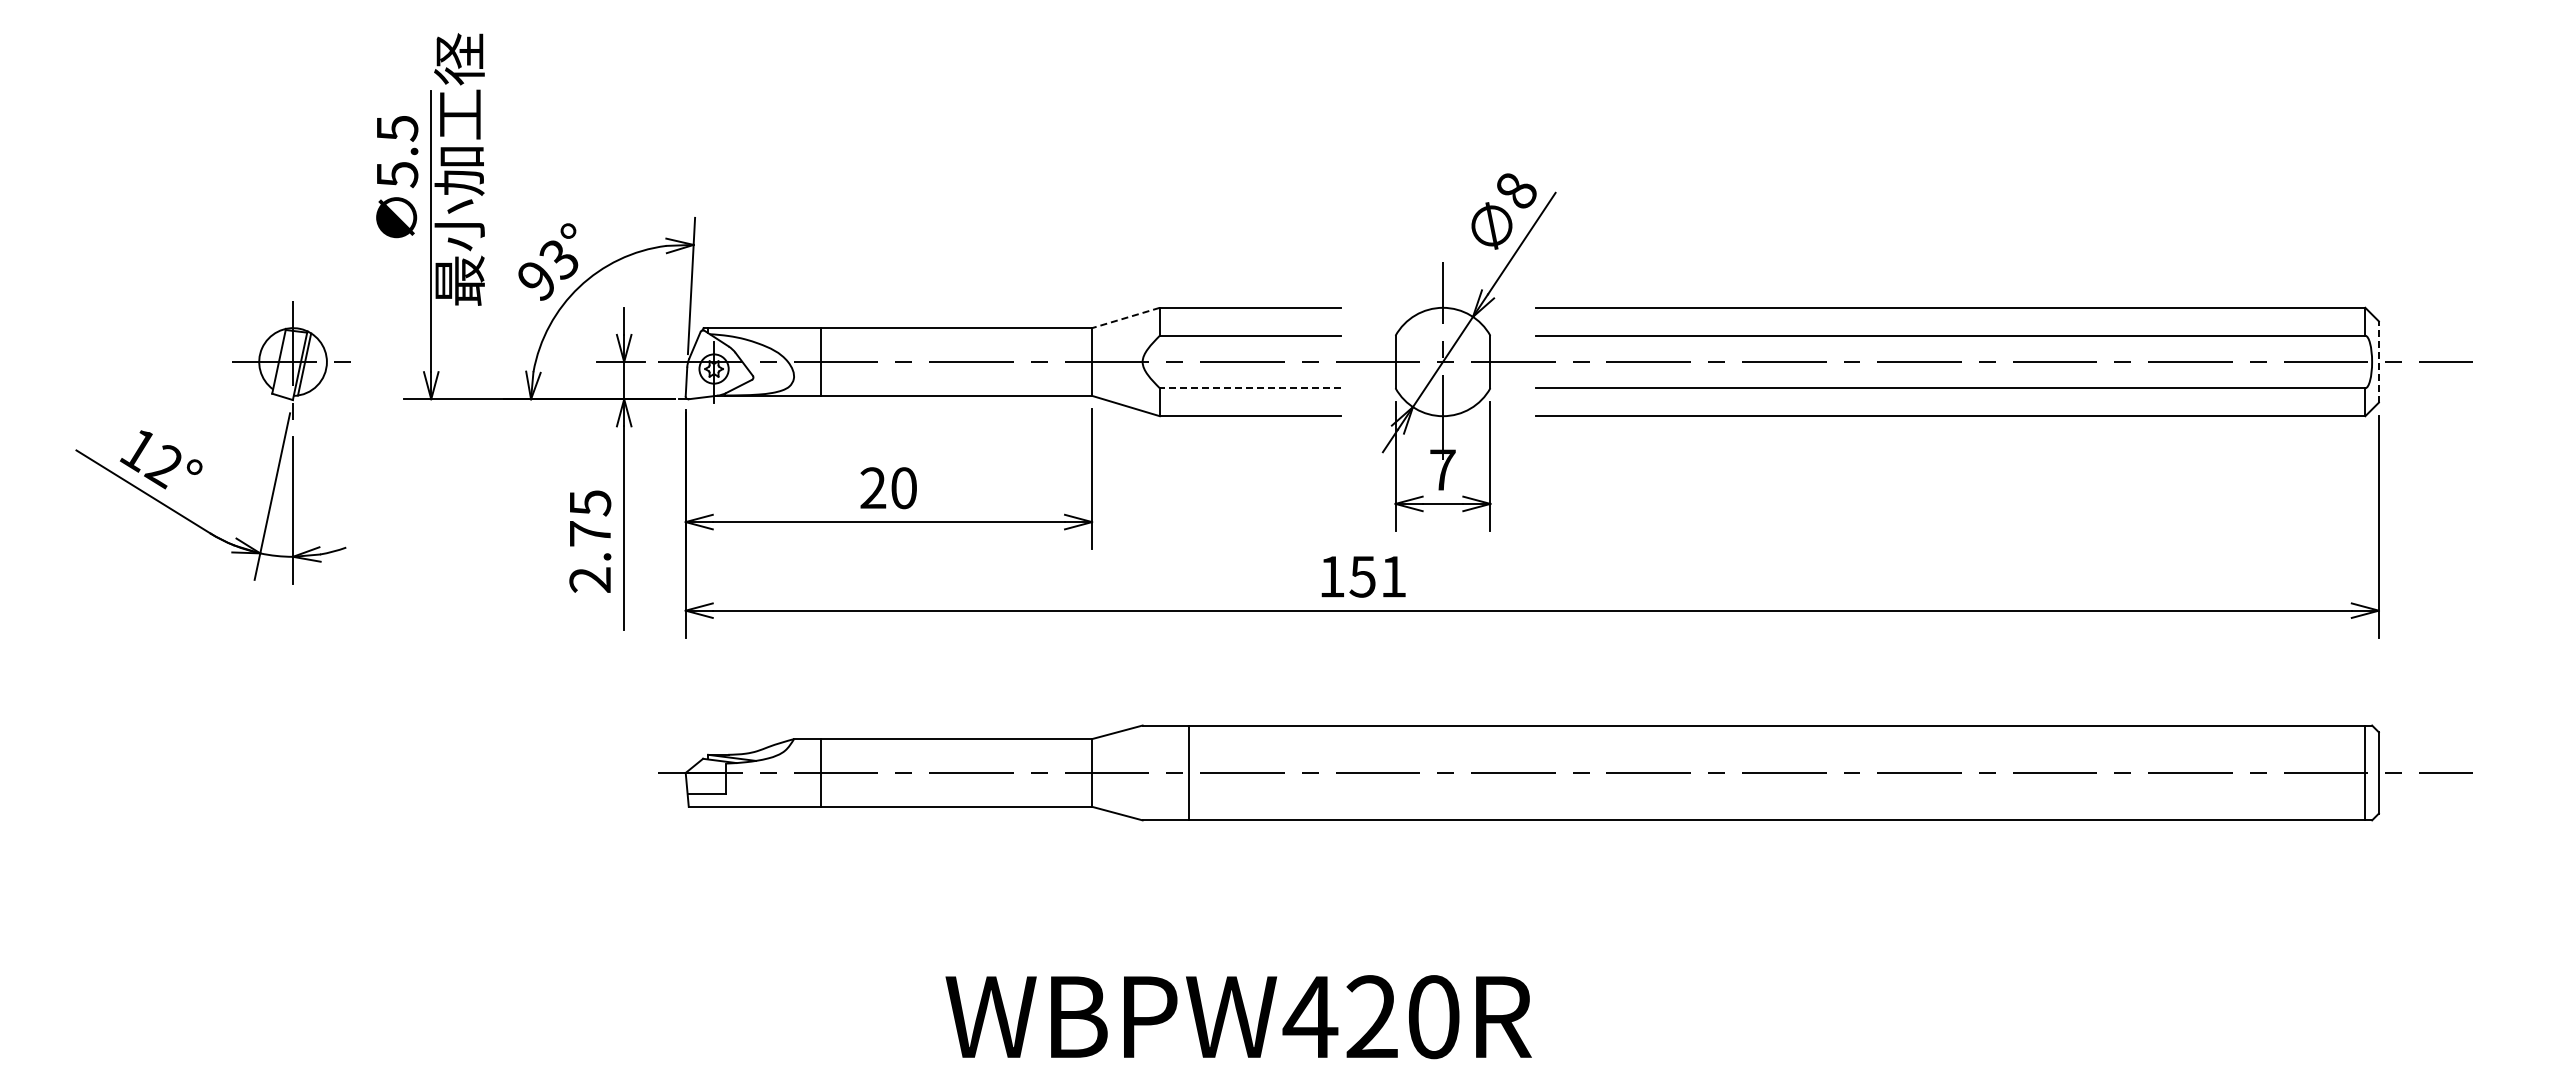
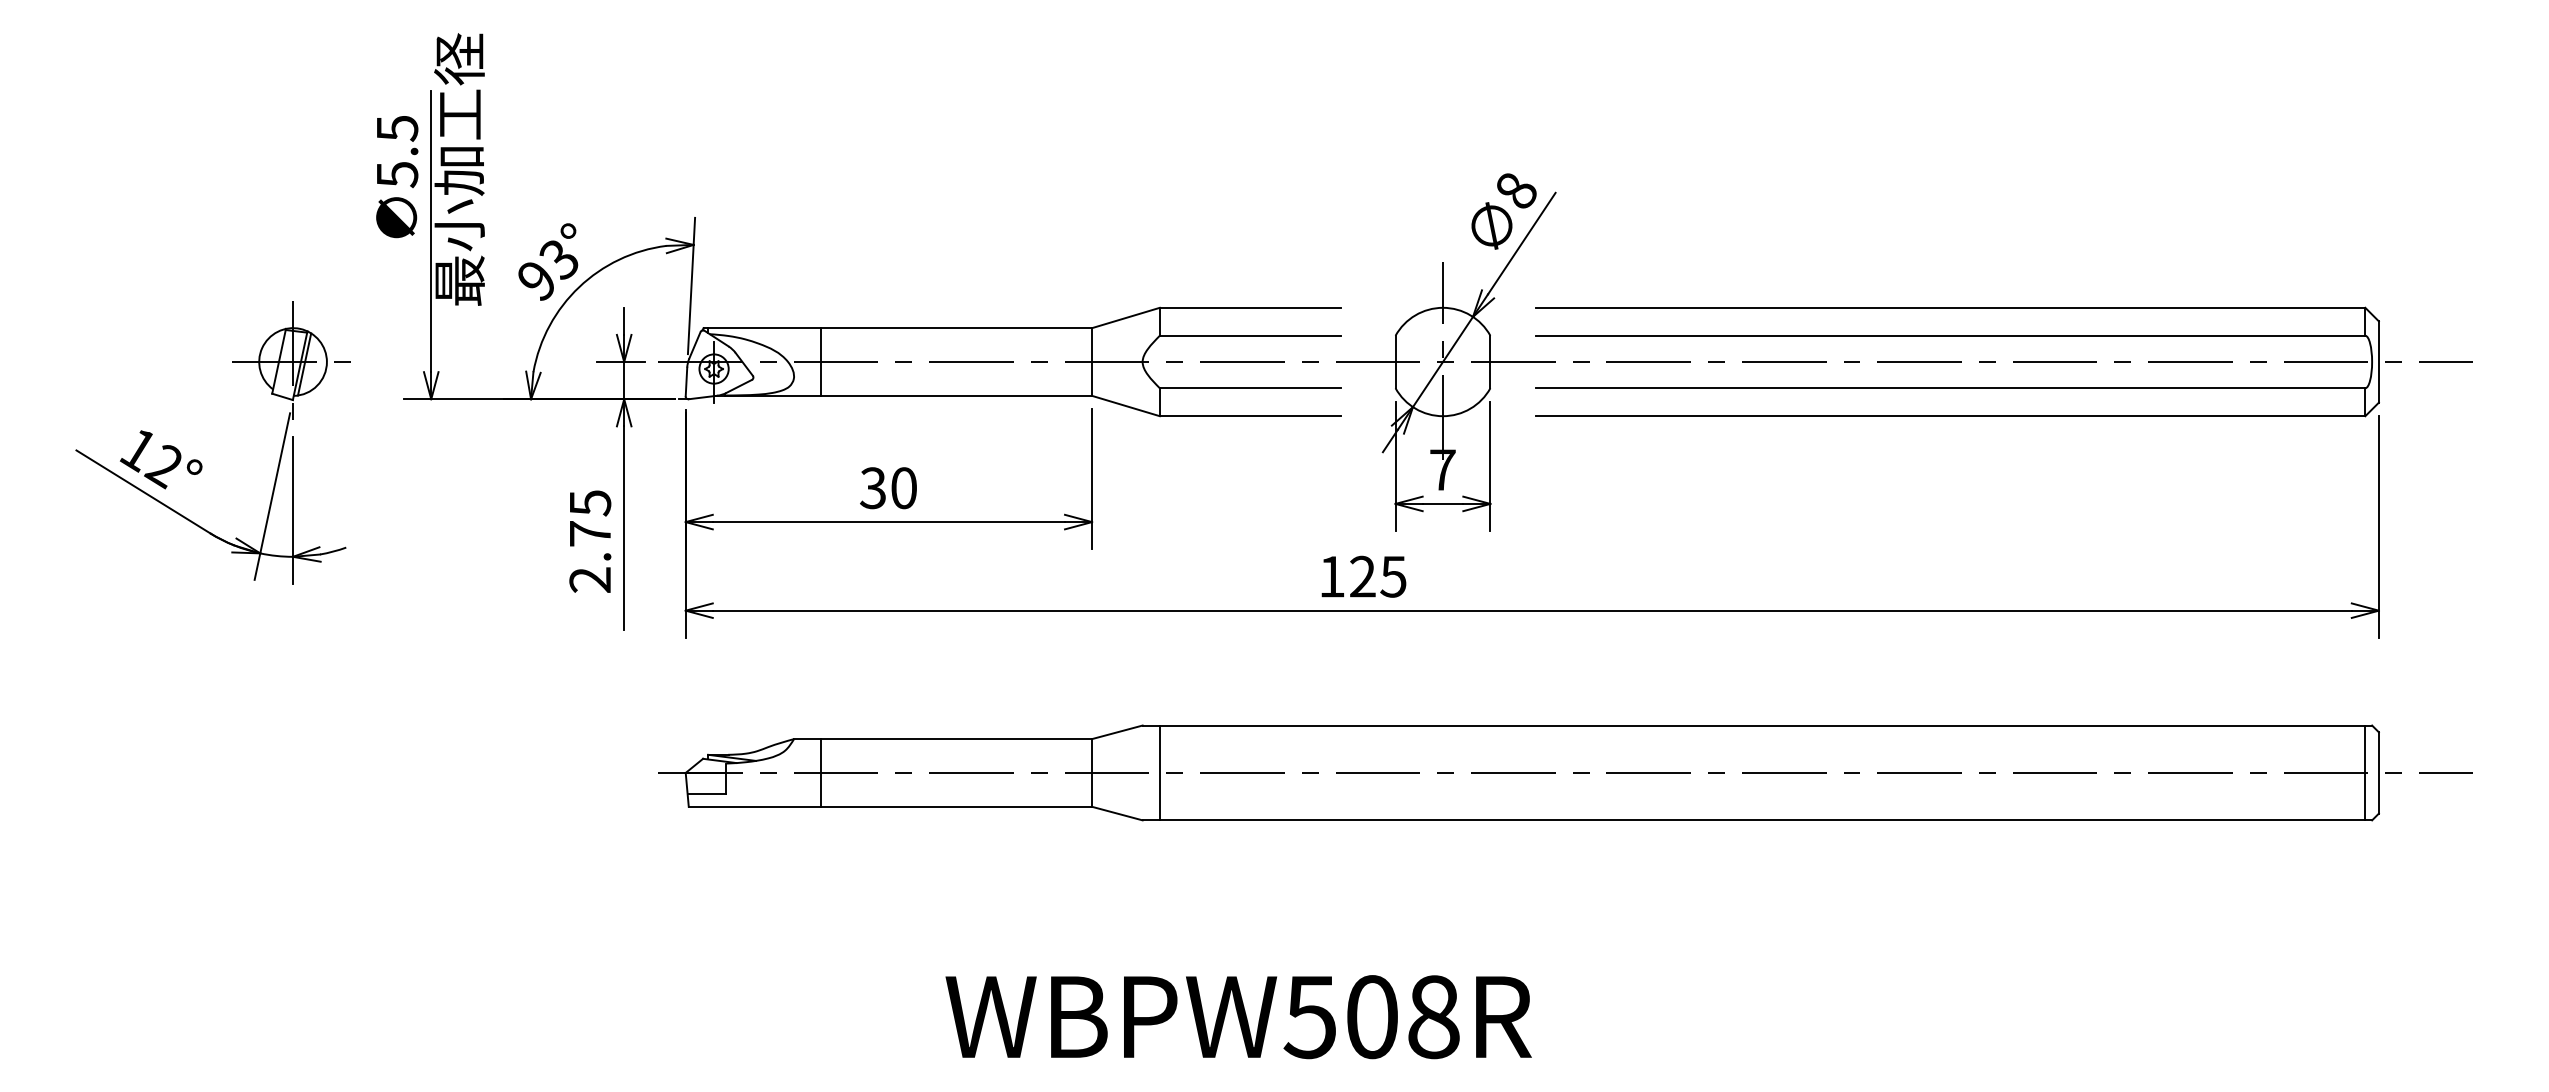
line at (1125, 318): dashed -> solid
line at (2378, 362): dashed -> solid
line at (1250, 388): dashed -> solid
text at (873, 488): 20 -> 30
text at (1377, 576): 151 -> 125
line at (1188, 772) position: (1188, 772) -> (1159, 772)
text at (1370, 1017): WBPW420R -> WBPW508R
